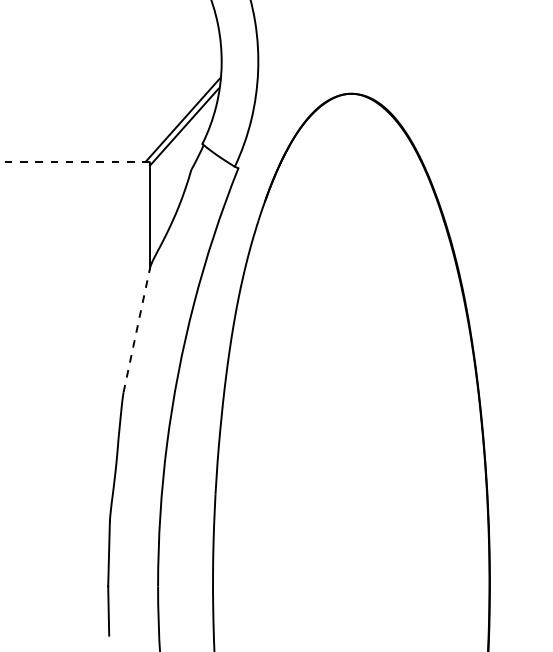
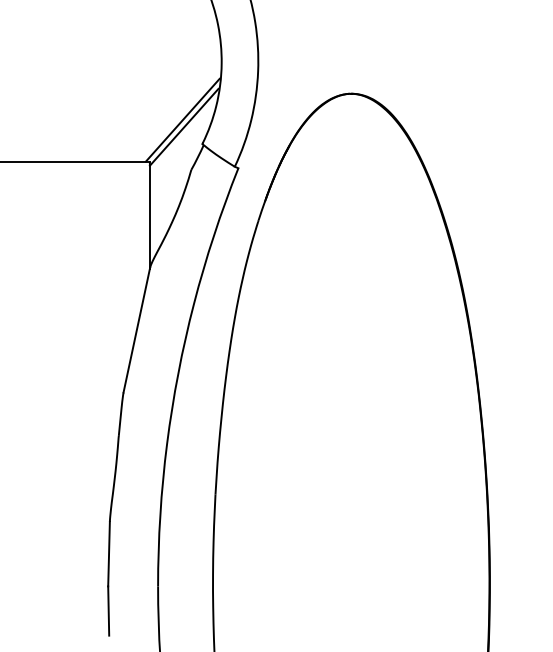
line at (74, 161): dashed -> solid
line at (136, 330): dashed -> solid
